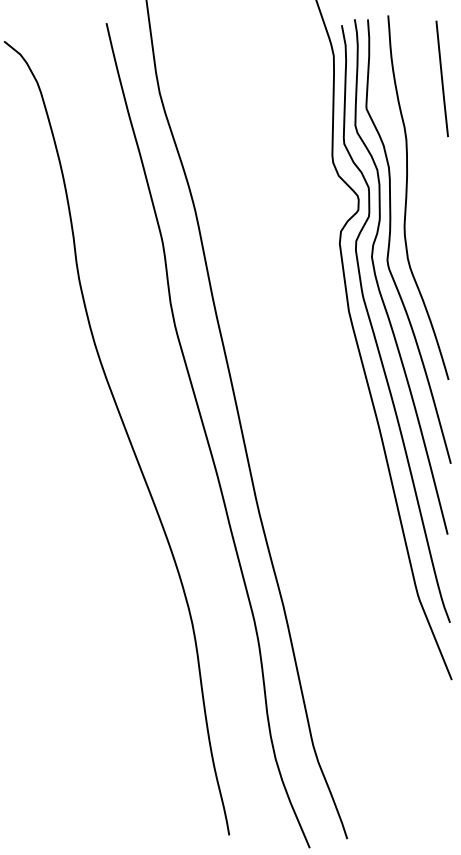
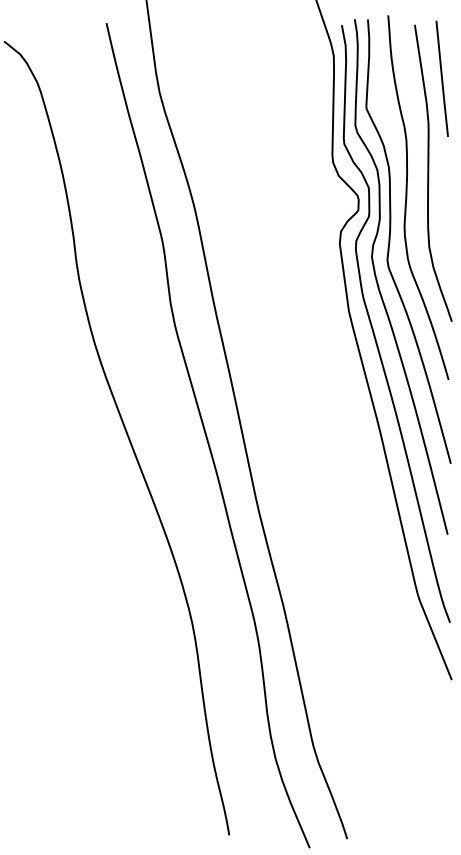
curve at (429, 172): none -> present
